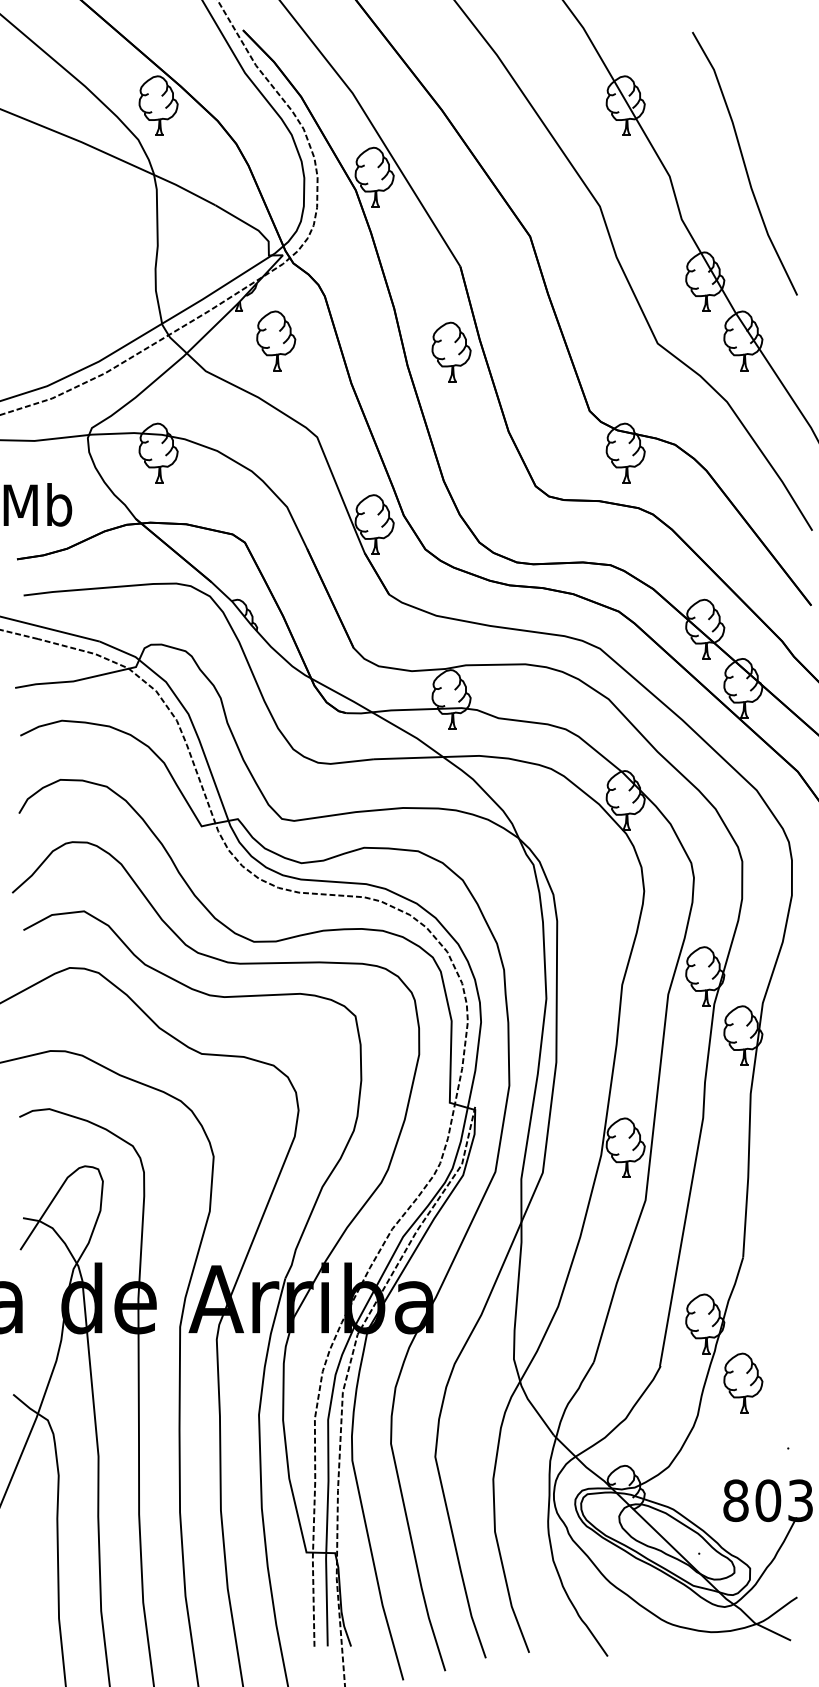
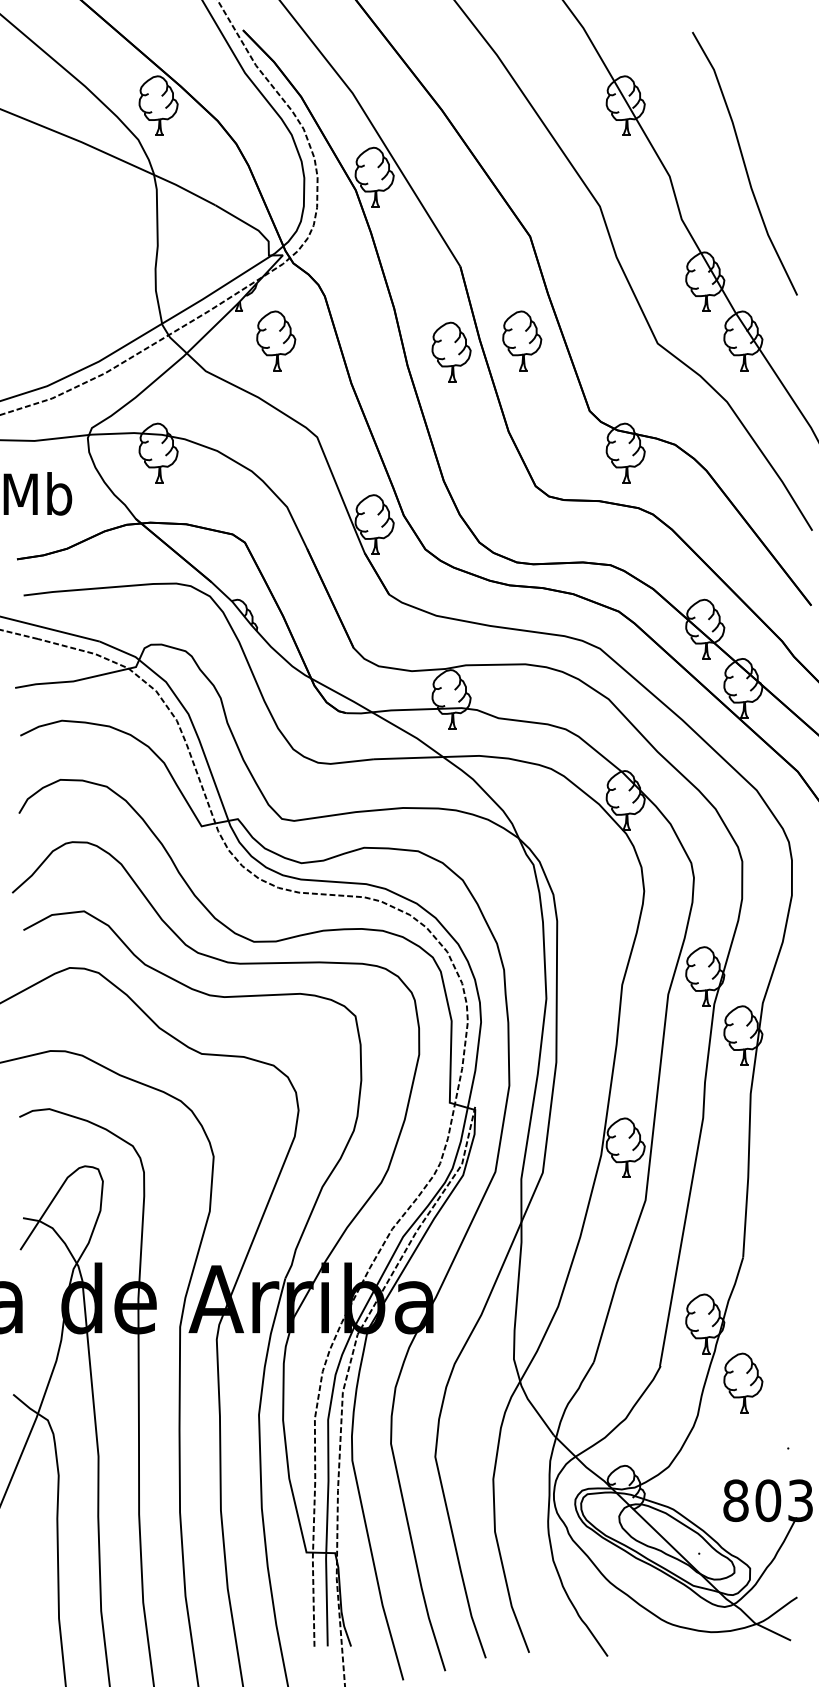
part at (522, 340): none -> present
text at (37, 504) position: (37, 504) -> (37, 493)
